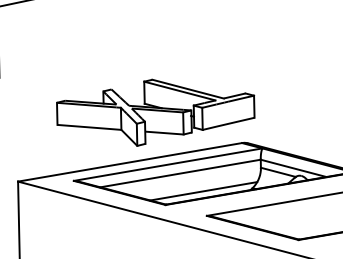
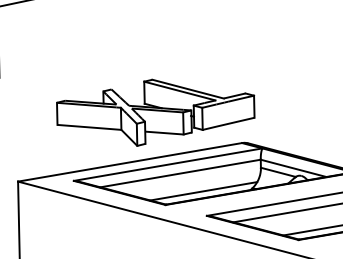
line at (286, 213): none -> present
line at (311, 230): none -> present
